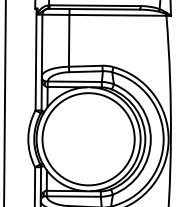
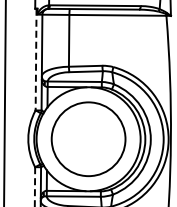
line at (36, 59): solid -> dashed
circle at (88, 139) diameter: 92 px -> 74 px
line at (34, 187): solid -> dashed
